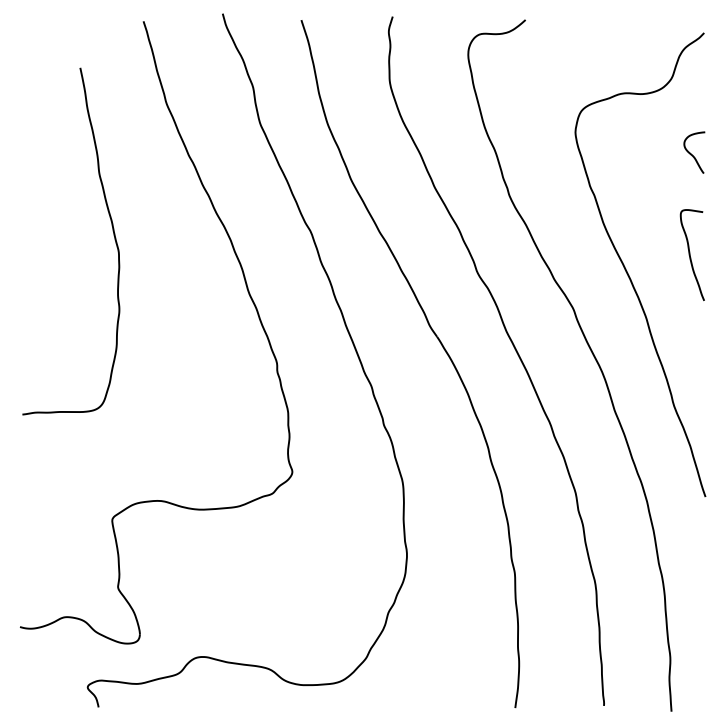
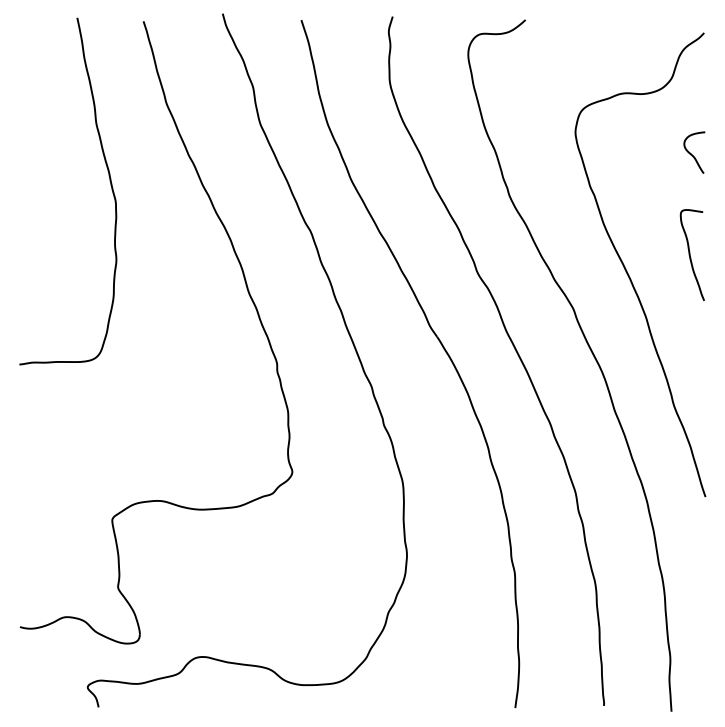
curve at (112, 231) position: (112, 231) -> (109, 181)
